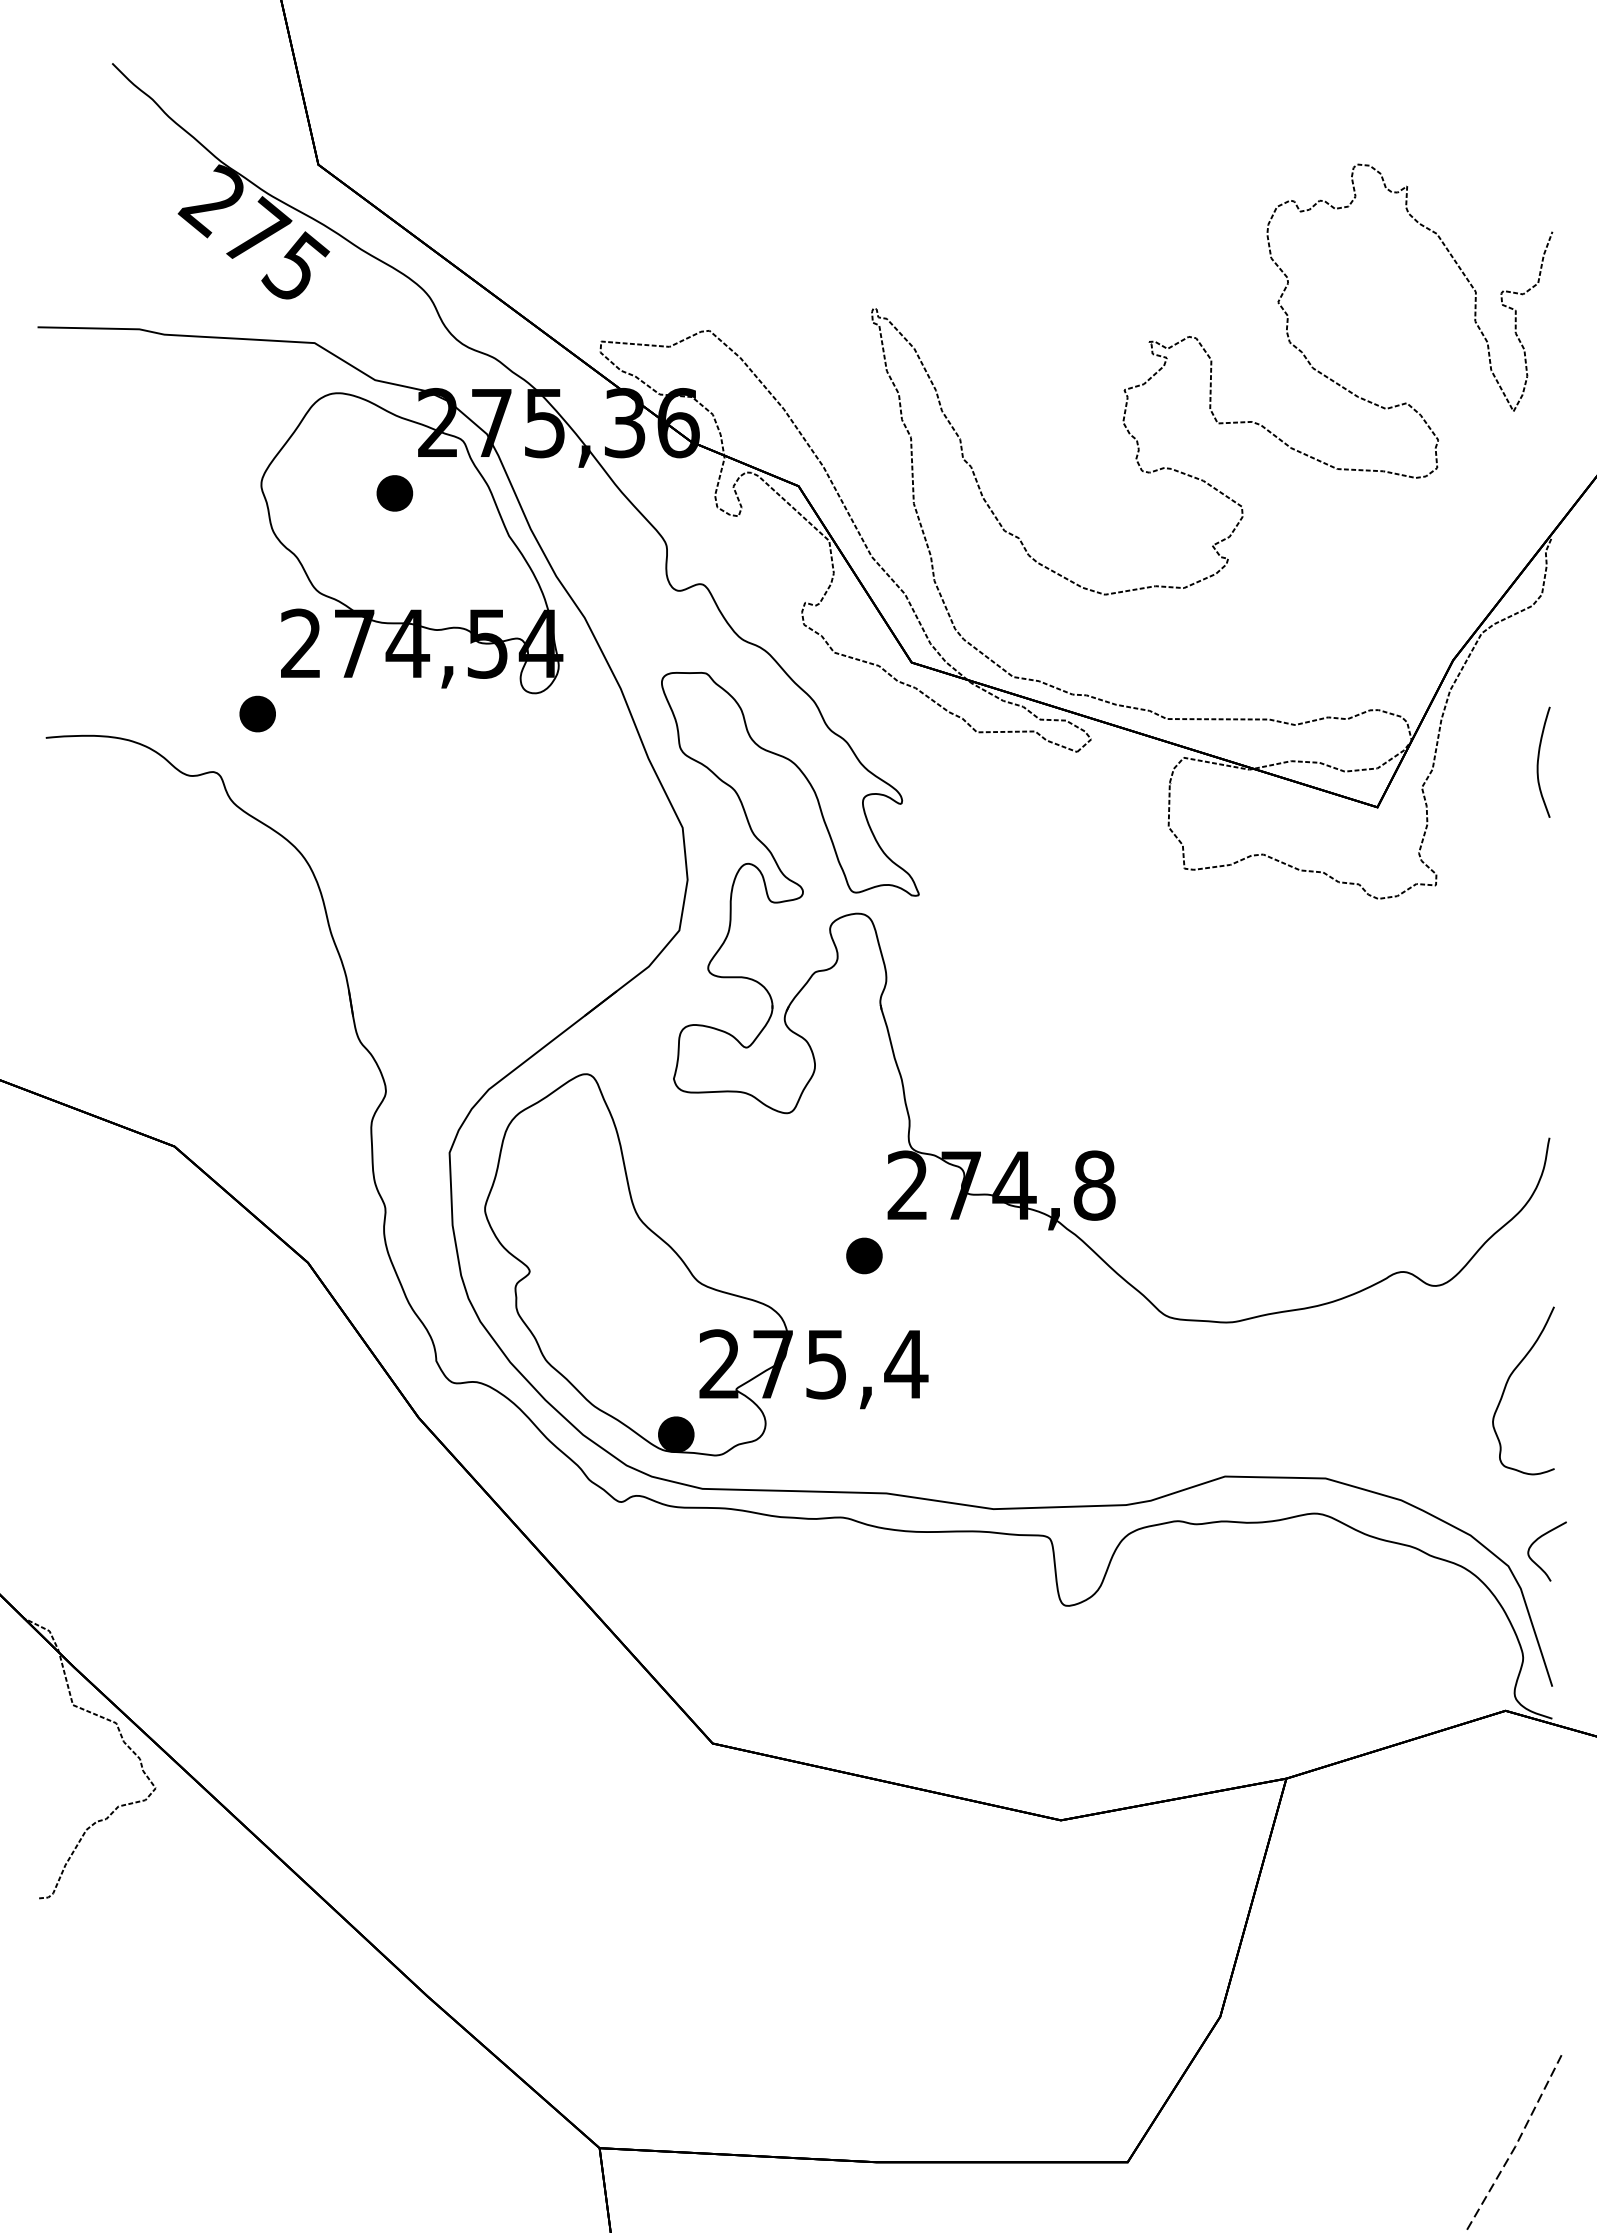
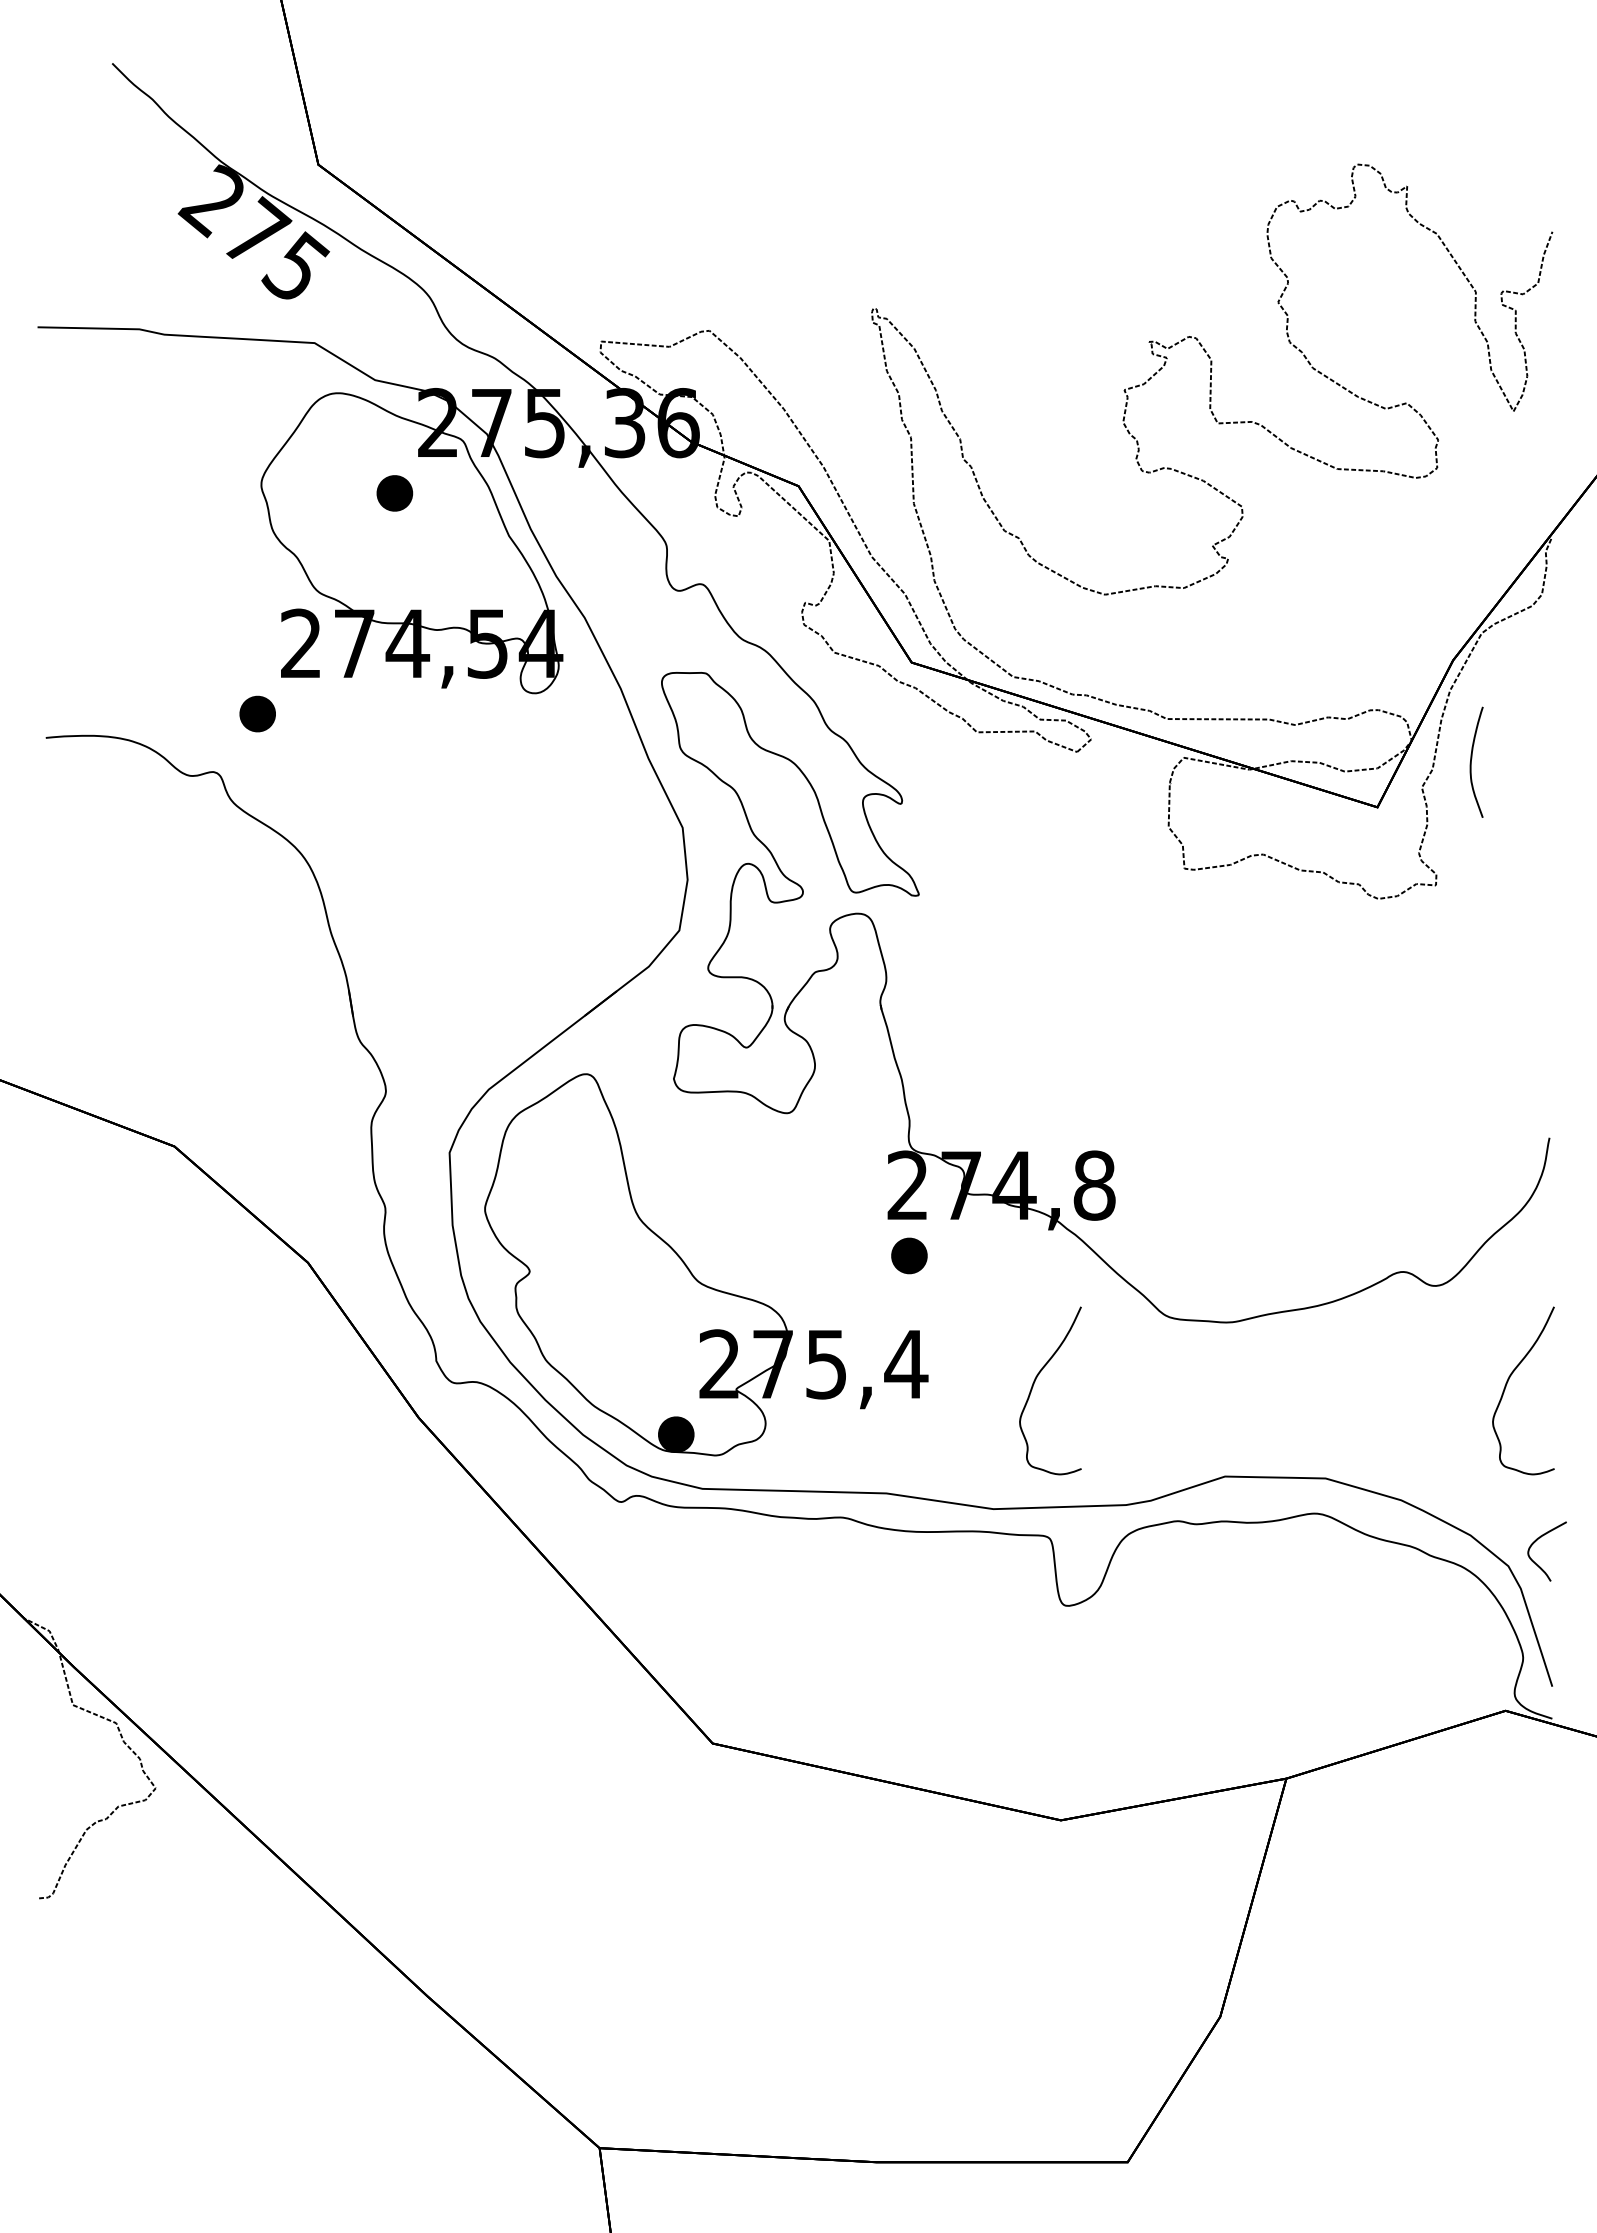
curve at (1539, 758) position: (1539, 758) -> (1472, 758)
part at (864, 1255) position: (864, 1255) -> (909, 1255)
curve at (1034, 1384): none -> present
line at (1517, 2141): present -> none
